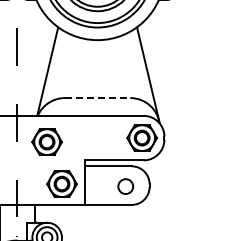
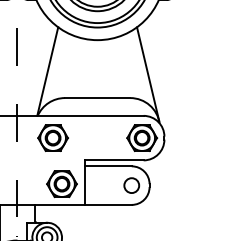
line at (97, 98): dashed -> solid
part at (46, 141) position: (46, 141) -> (52, 137)
circle at (125, 186) position: (125, 186) -> (131, 185)
